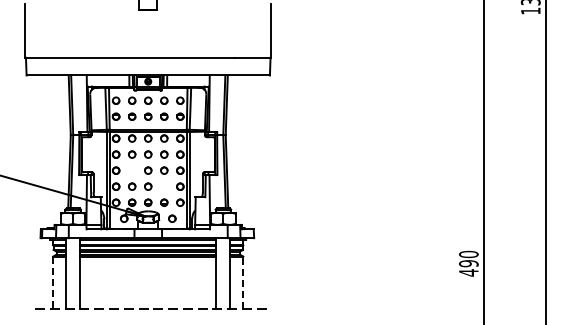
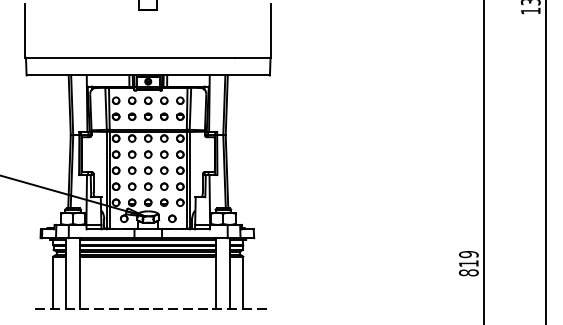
part at (132, 170): none -> present
part at (164, 186): none -> present
text at (468, 263): 490 -> 819
line at (243, 282): dashed -> solid
line at (53, 283): dashed -> solid
